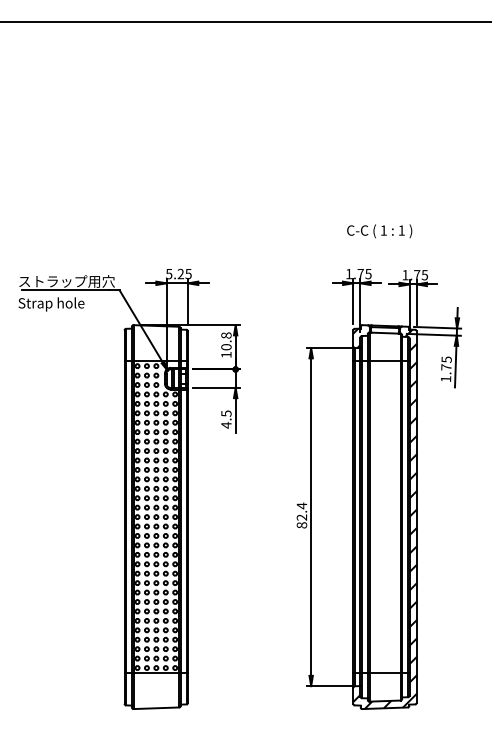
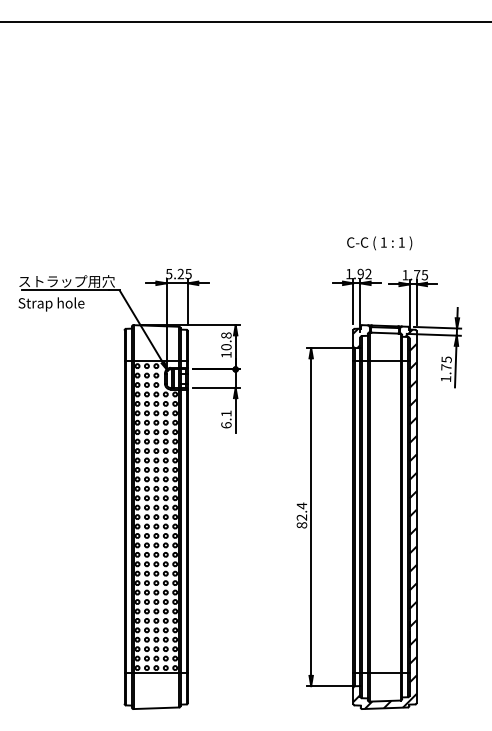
text at (379, 231) position: (379, 231) -> (379, 243)
text at (364, 273): 1.75 -> 1.92
text at (226, 419): 4.5 -> 6.1
